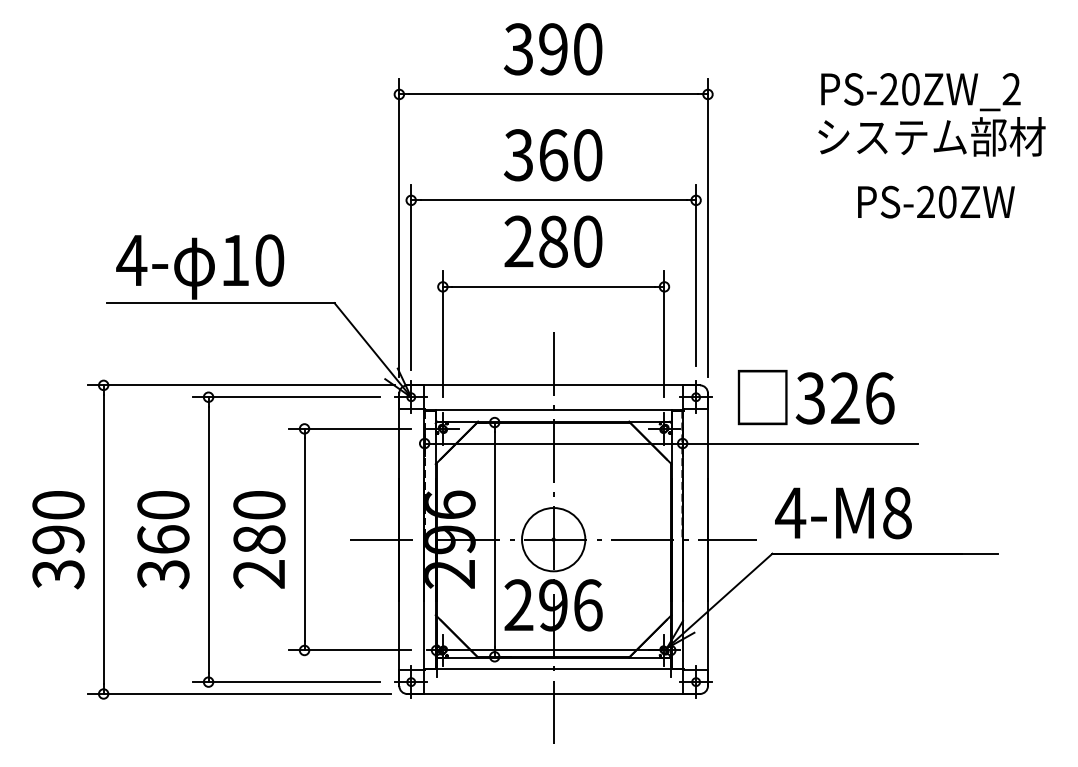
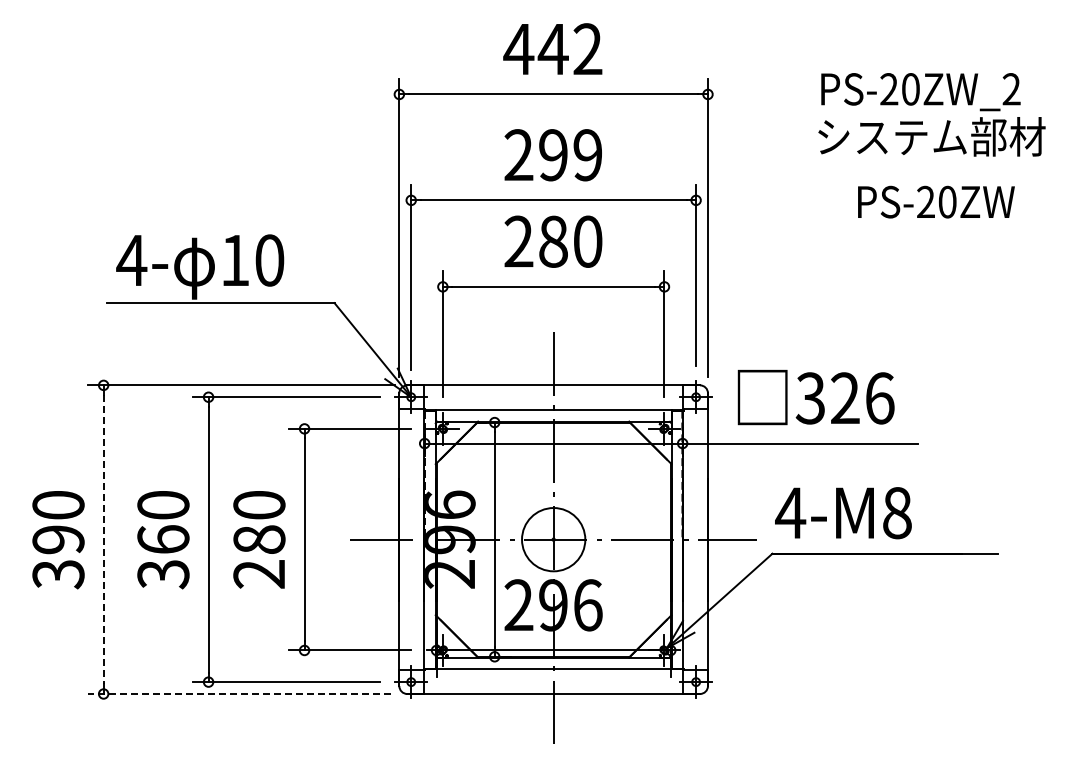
text at (552, 49): 390 -> 442
text at (552, 155): 360 -> 299
line at (103, 539): solid -> dashed
line at (239, 693): solid -> dashed
